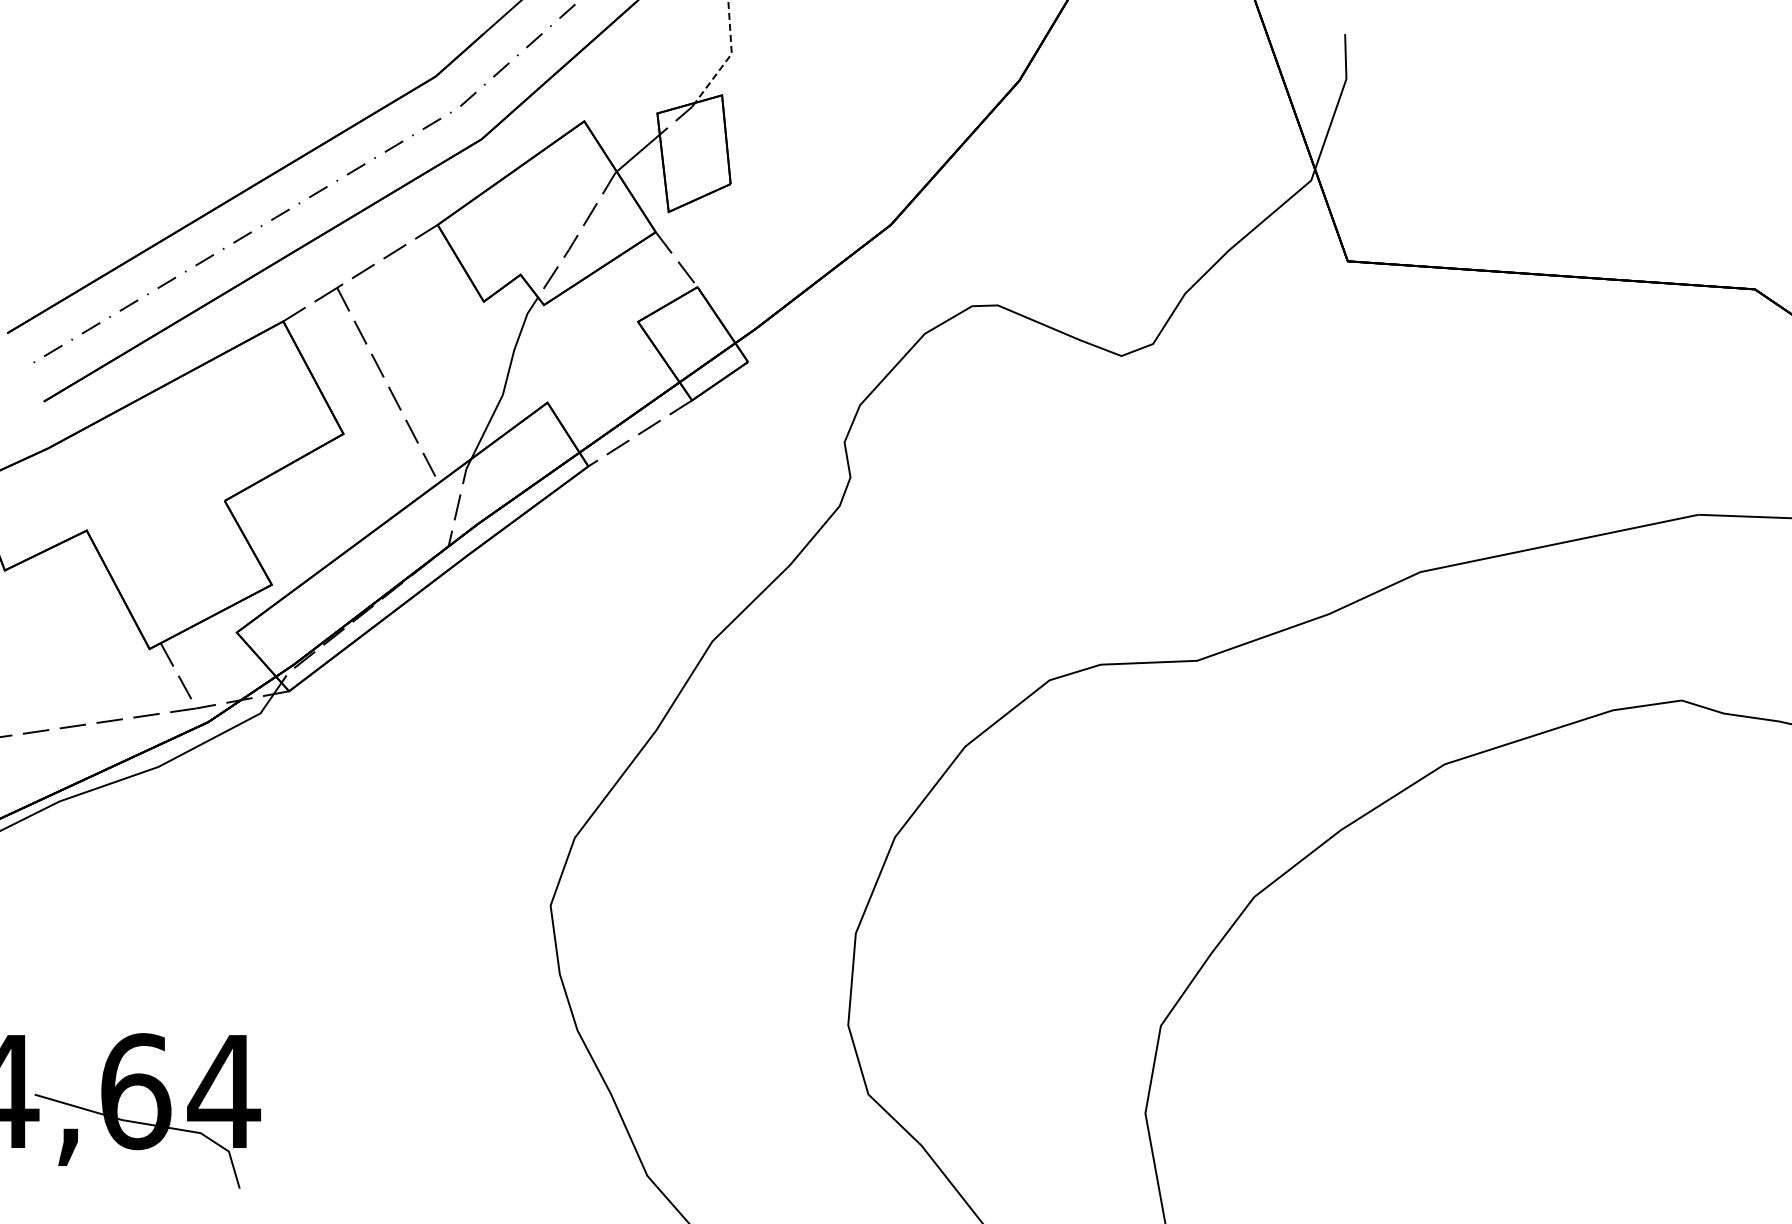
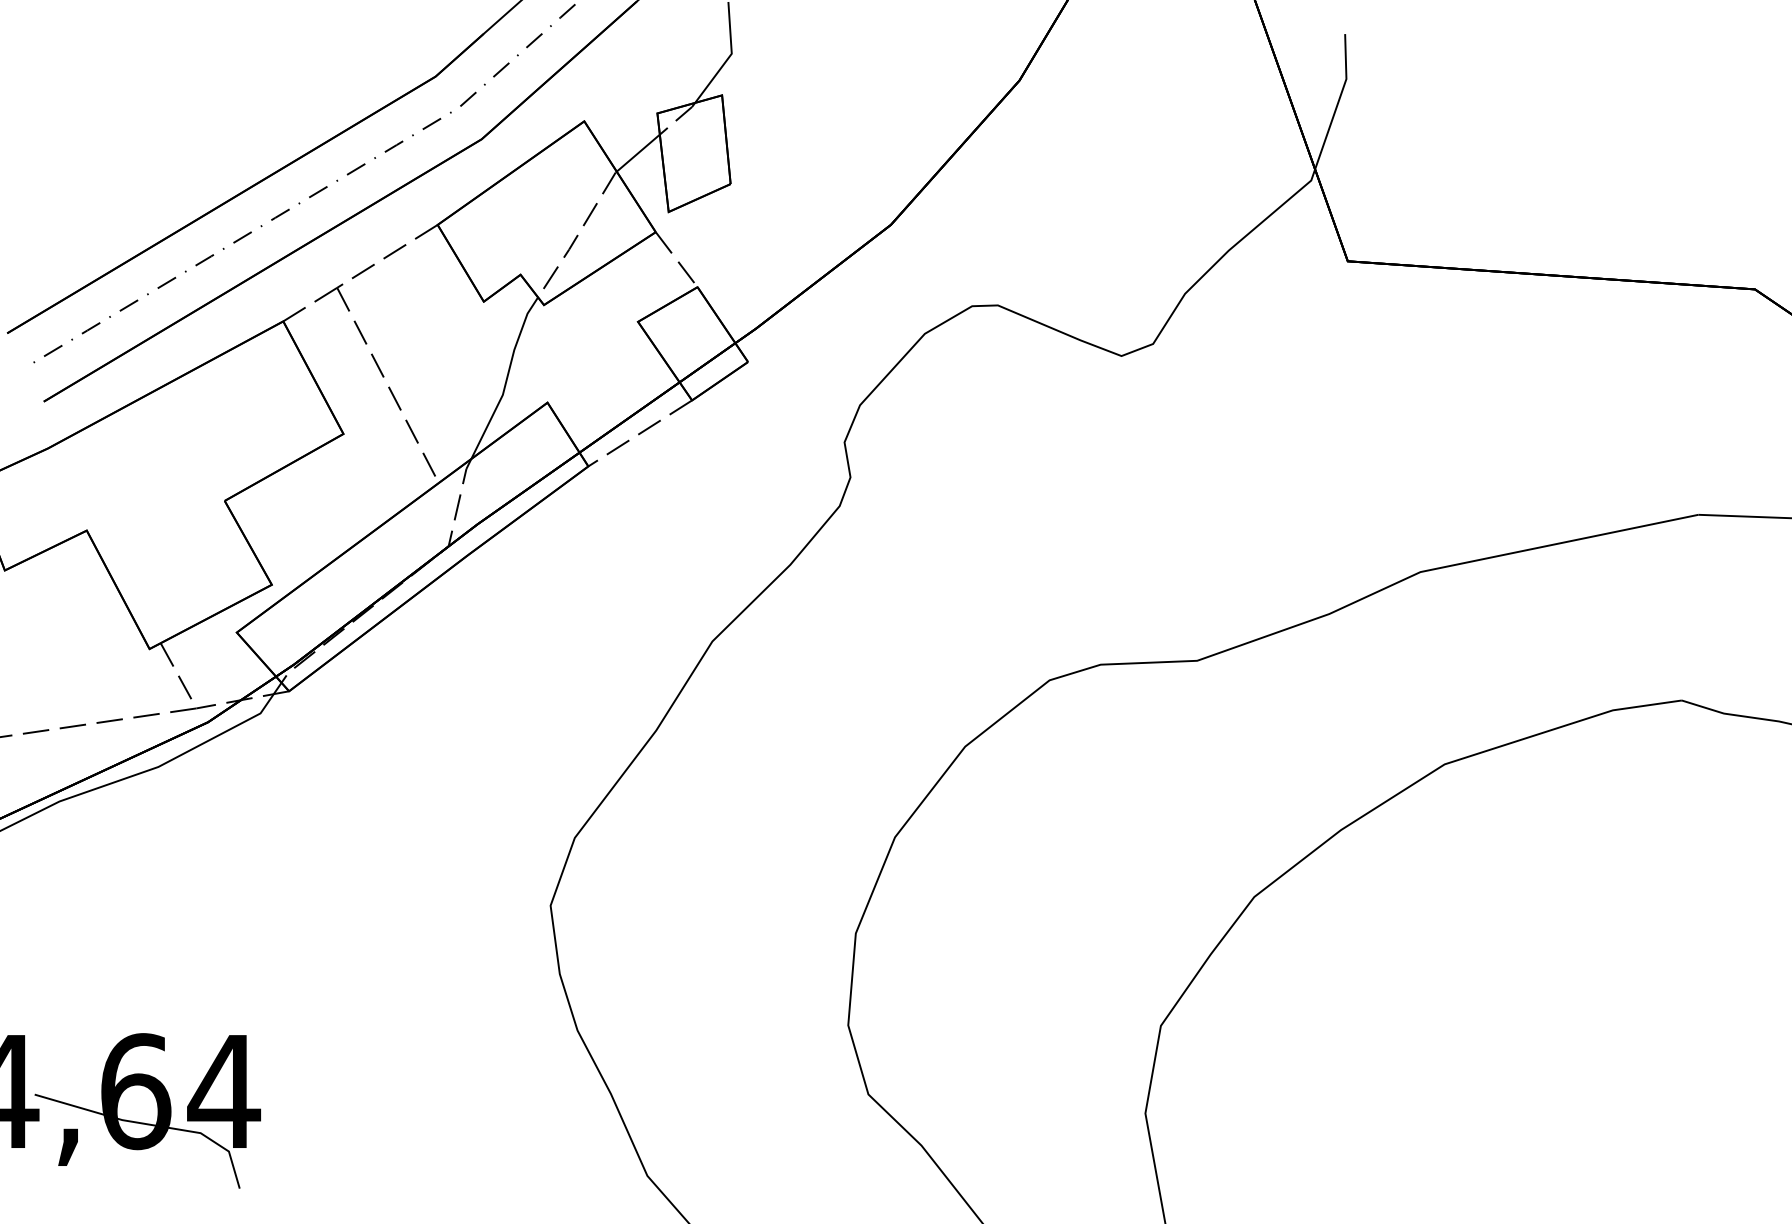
line at (728, 57): dashed -> solid
